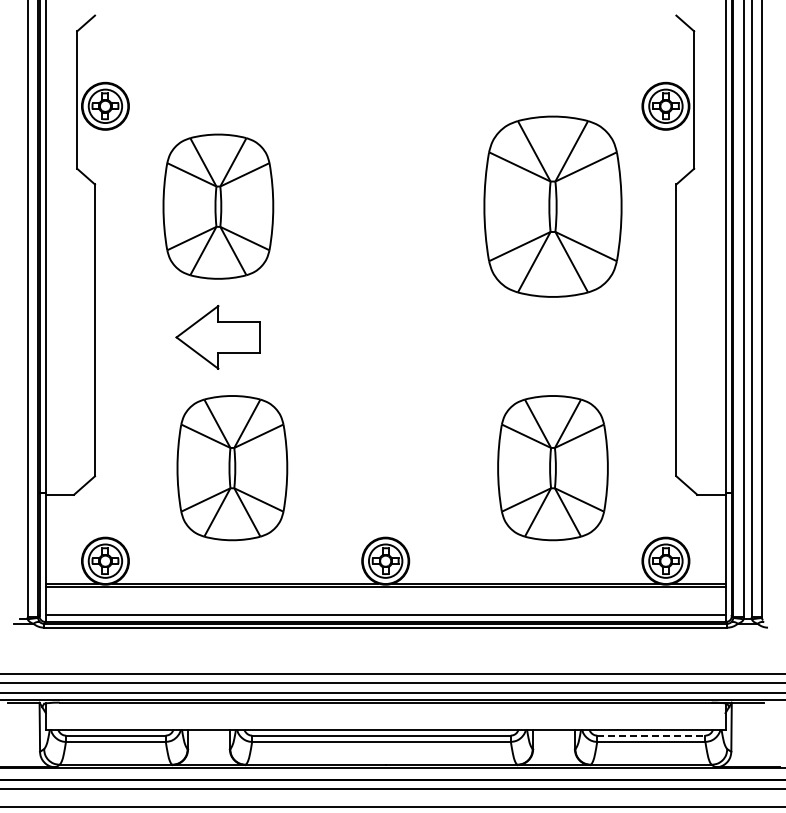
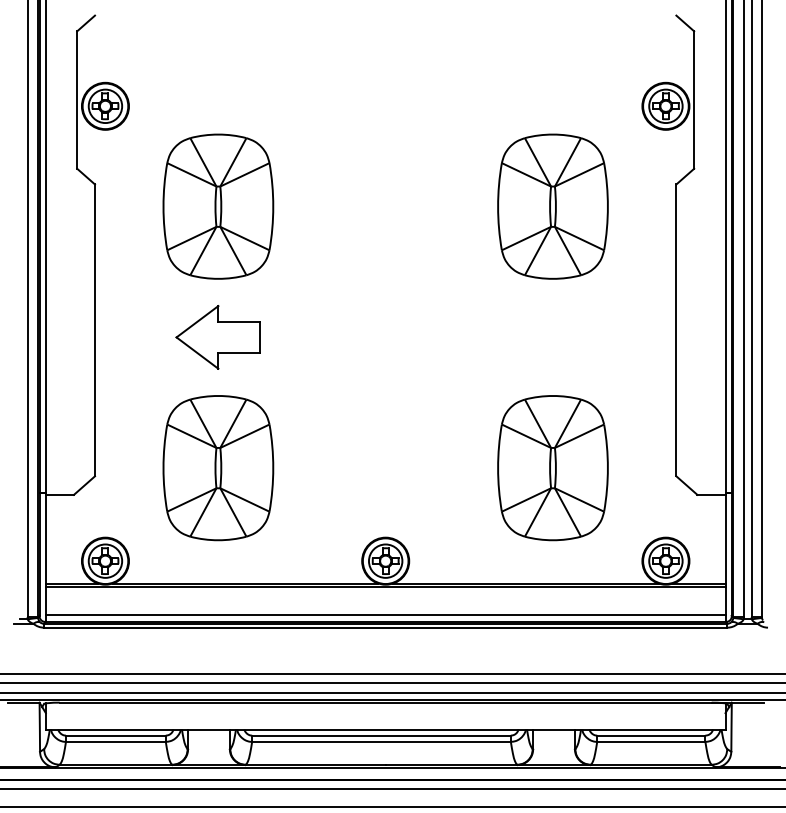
part at (552, 206) size: 140x183 px -> 112x147 px
part at (232, 468) position: (232, 468) -> (218, 468)
line at (651, 735): dashed -> solid
